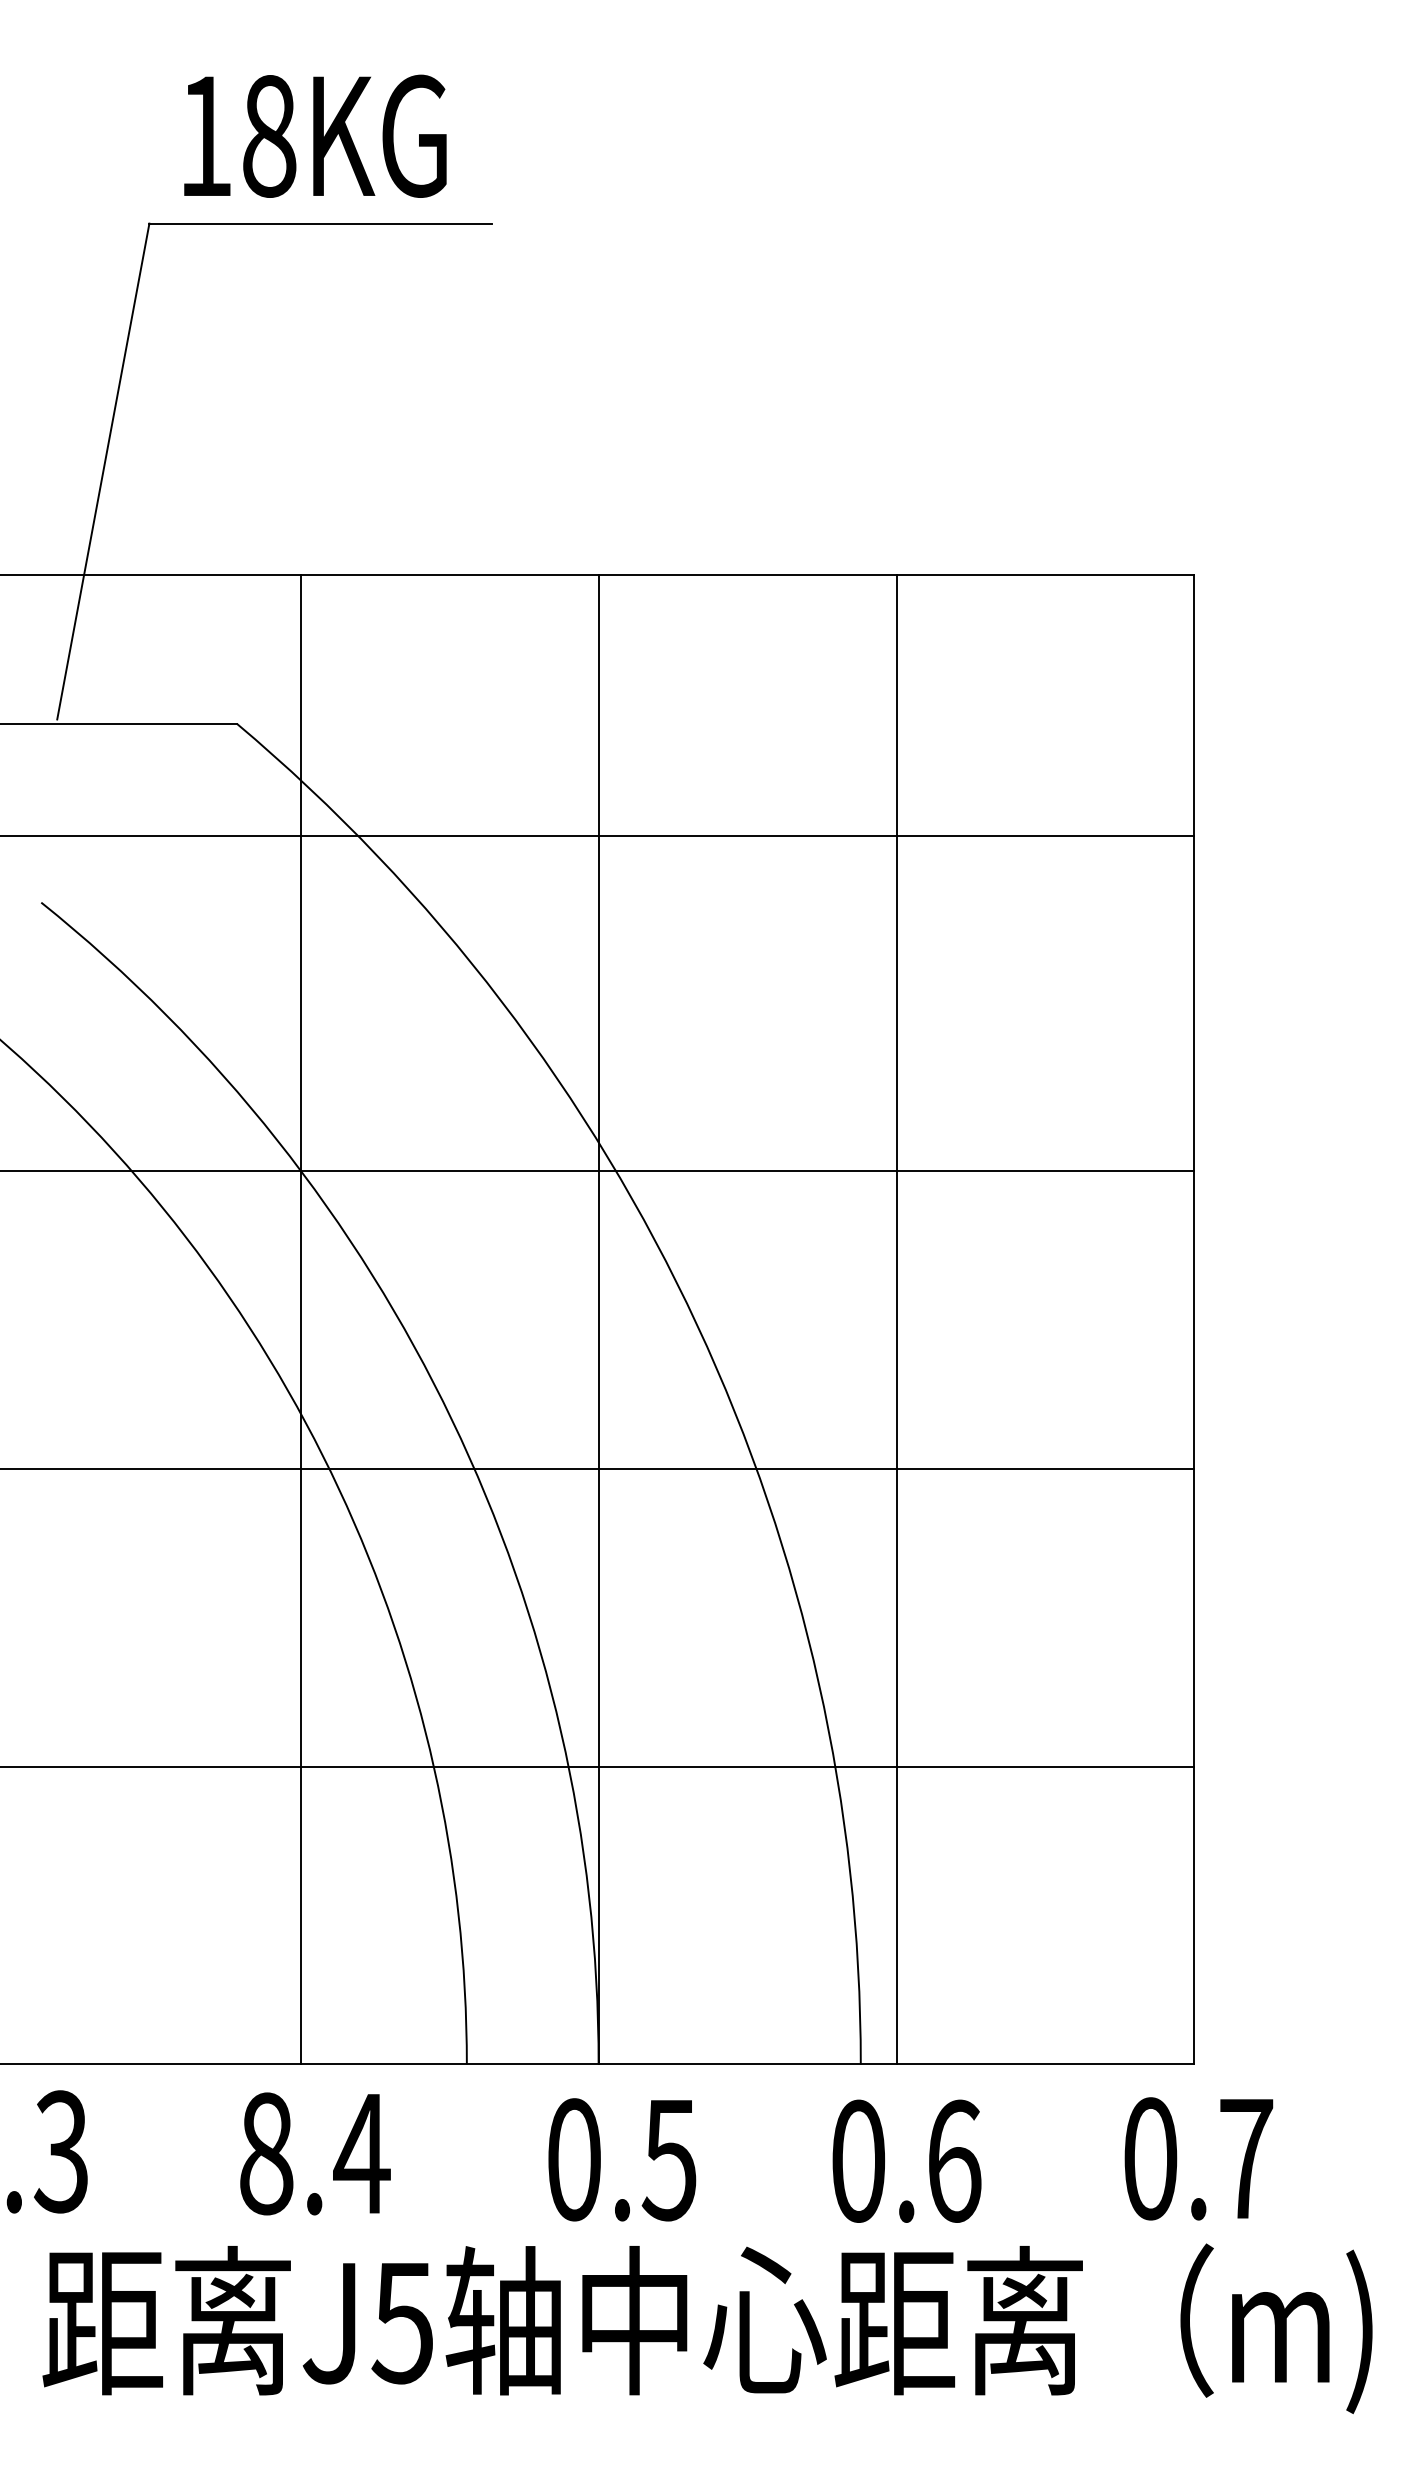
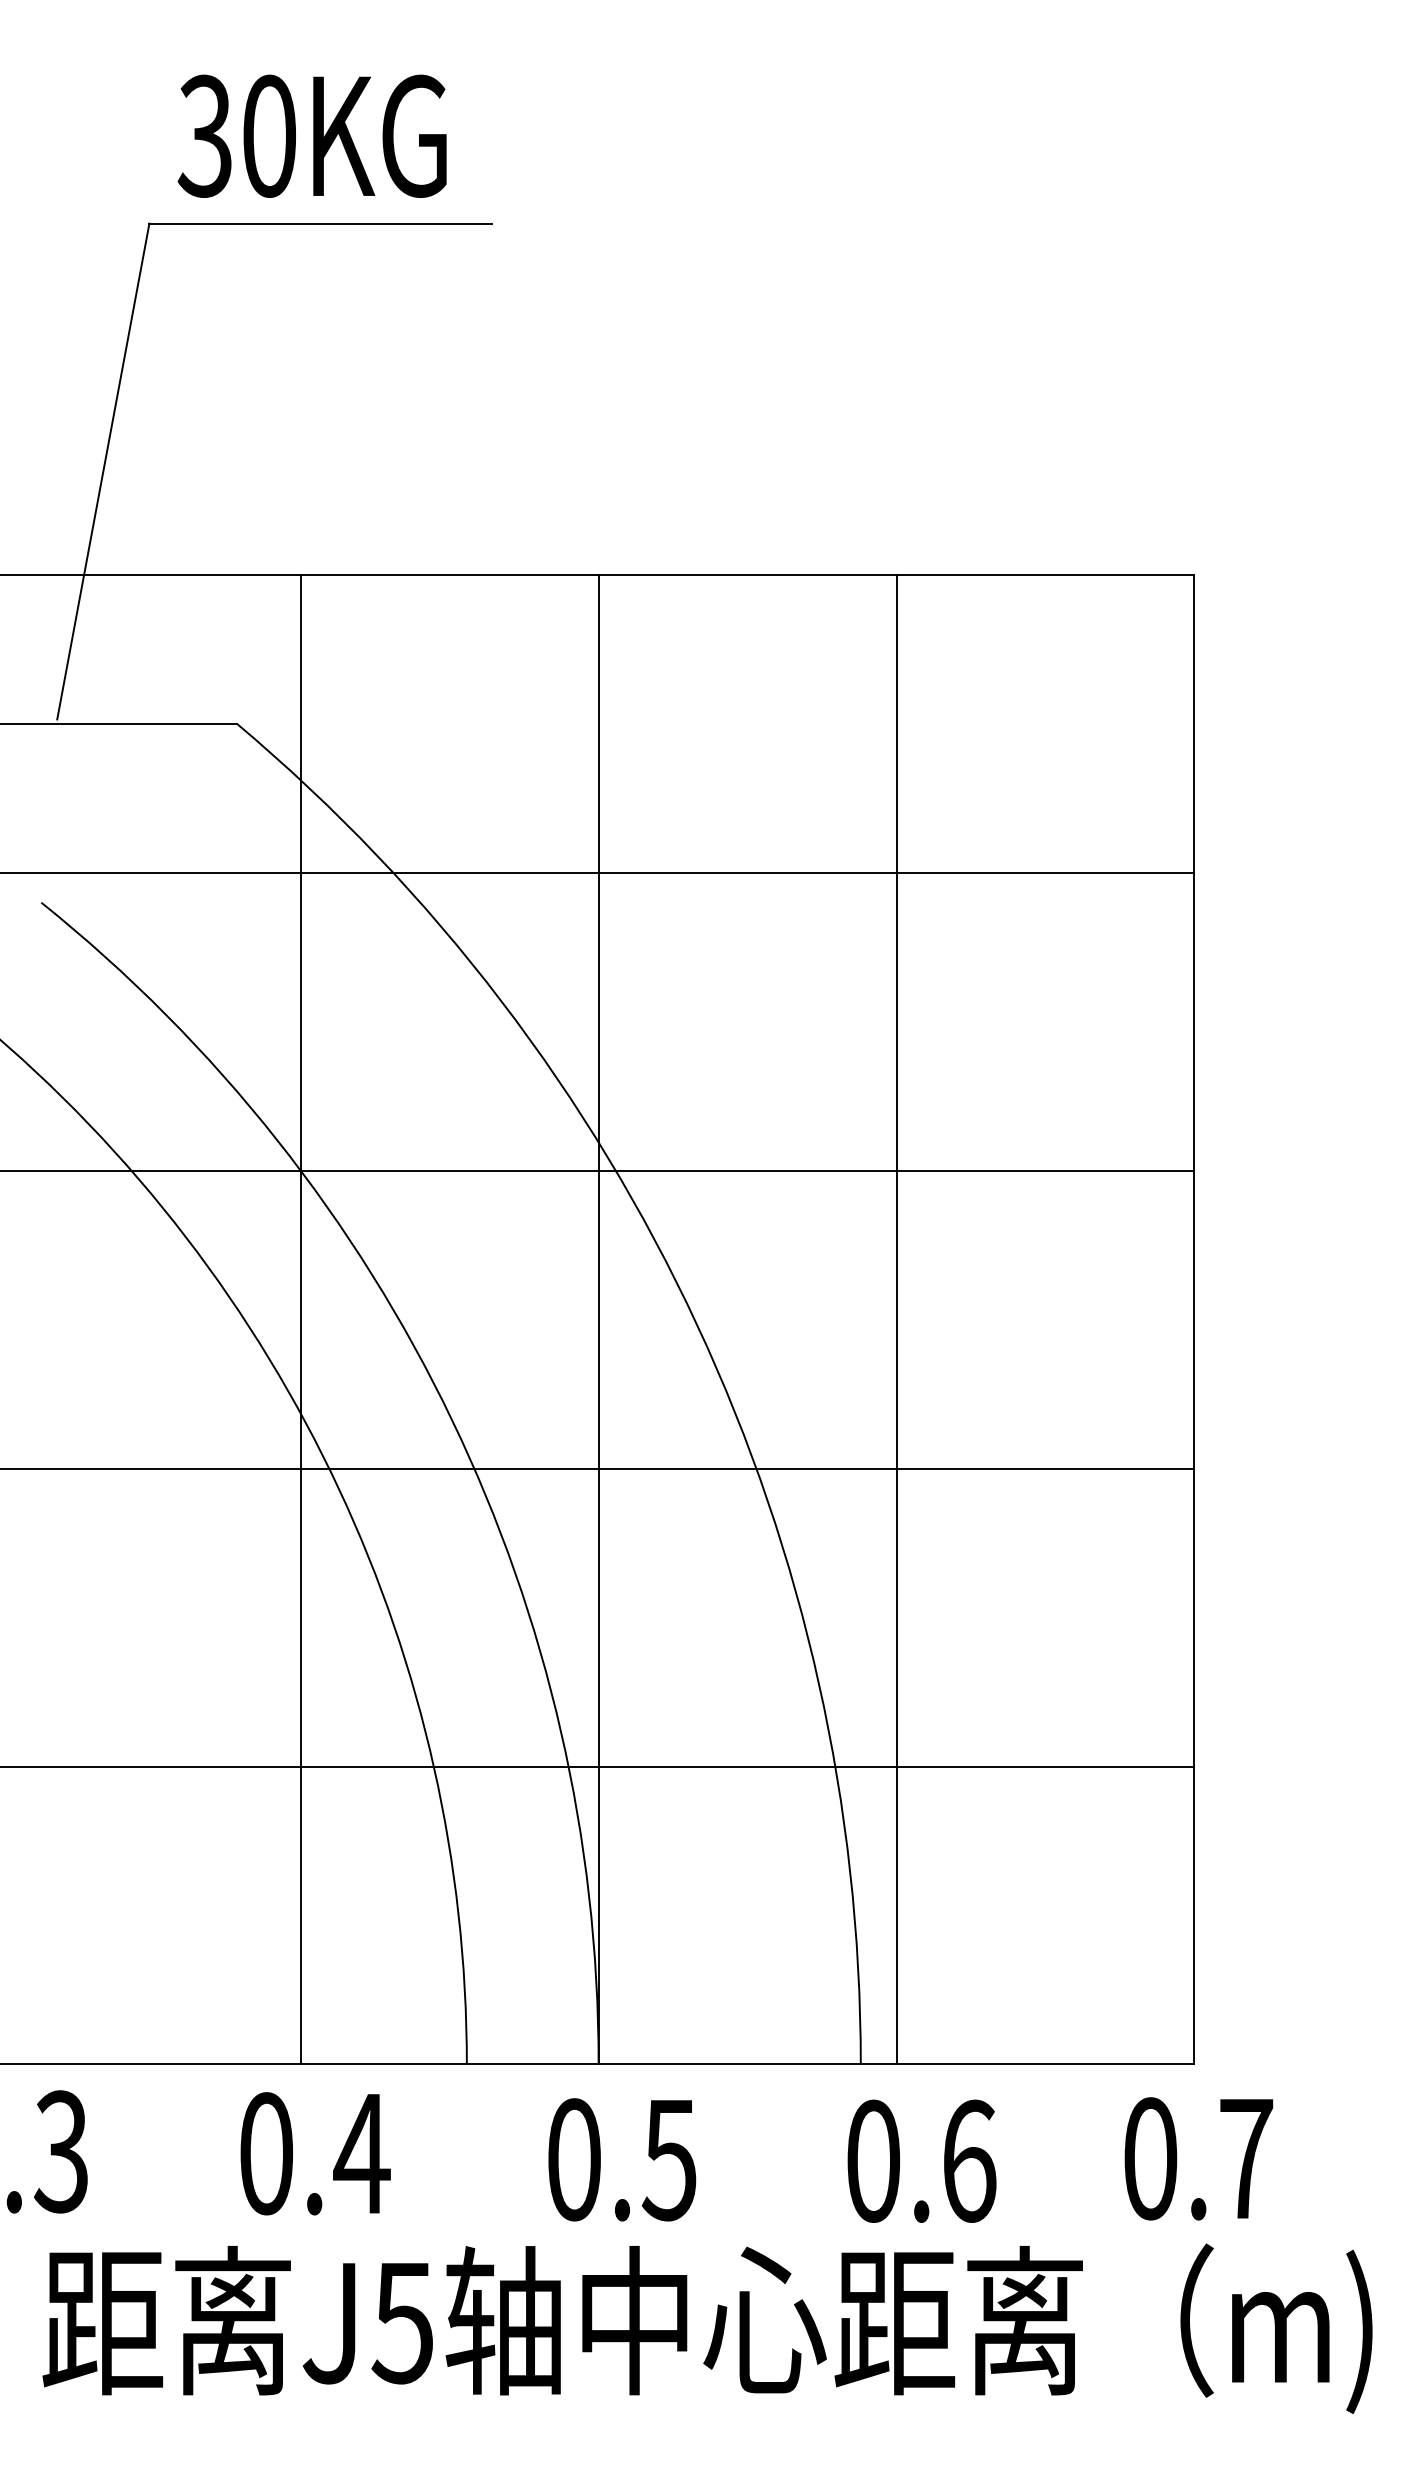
text at (236, 135): 18KG -> 30KG
line at (598, 835) position: (598, 835) -> (598, 872)
text at (266, 2153): 8.4 -> 0.4
text at (906, 2160) position: (906, 2160) -> (921, 2160)
